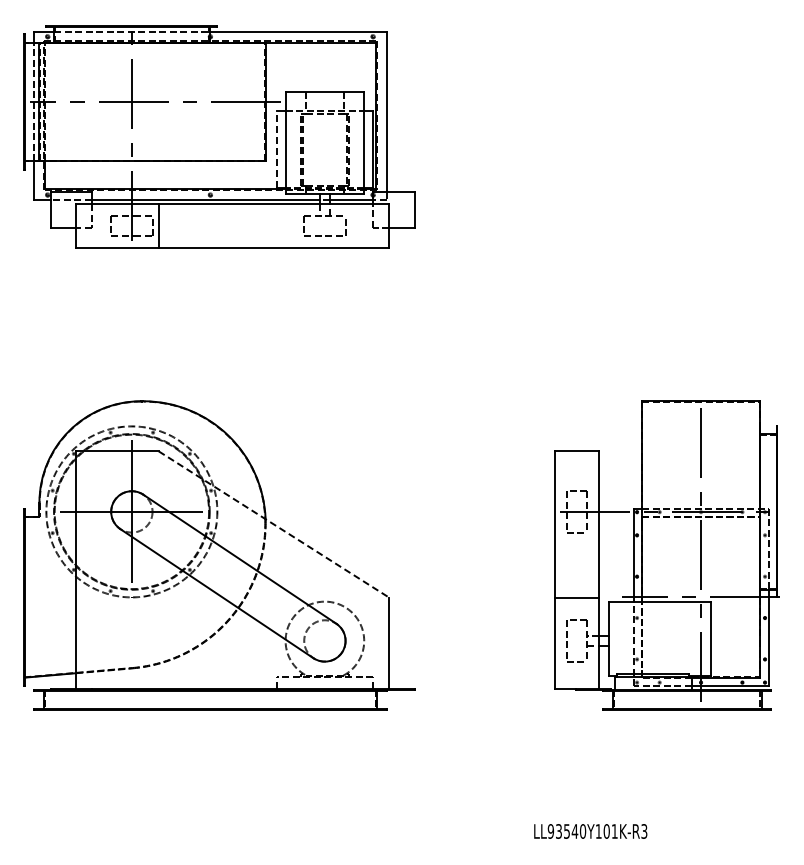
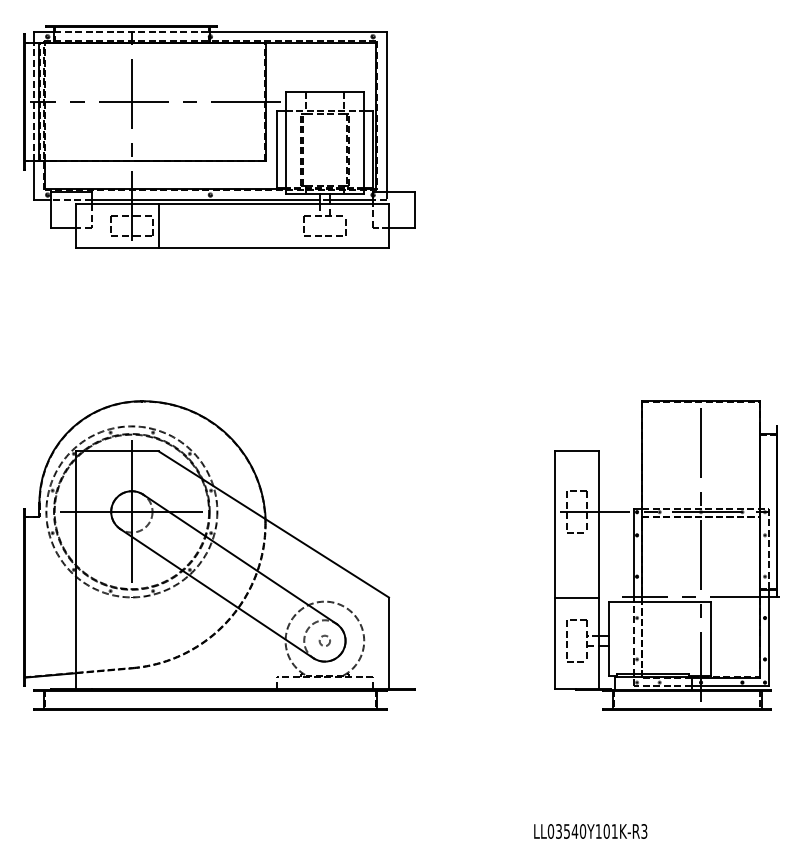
line at (276, 149): dashed -> solid
line at (274, 524): dashed -> solid
circle at (324, 640): none -> present
text at (550, 831): LL93540Y101K-R3 -> LL03540Y101K-R3
